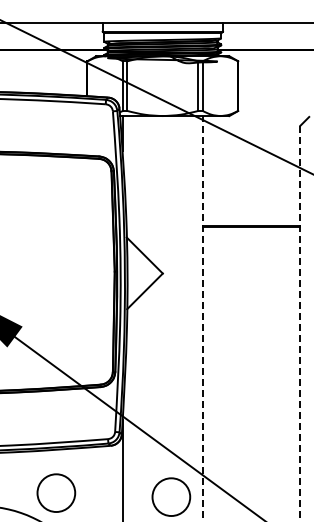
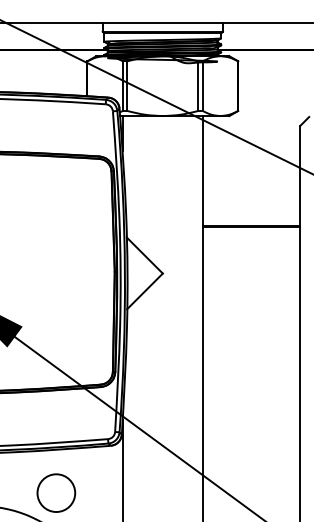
line at (202, 319): dashed -> solid
line at (300, 323): dashed -> solid
circle at (171, 496): present -> none
